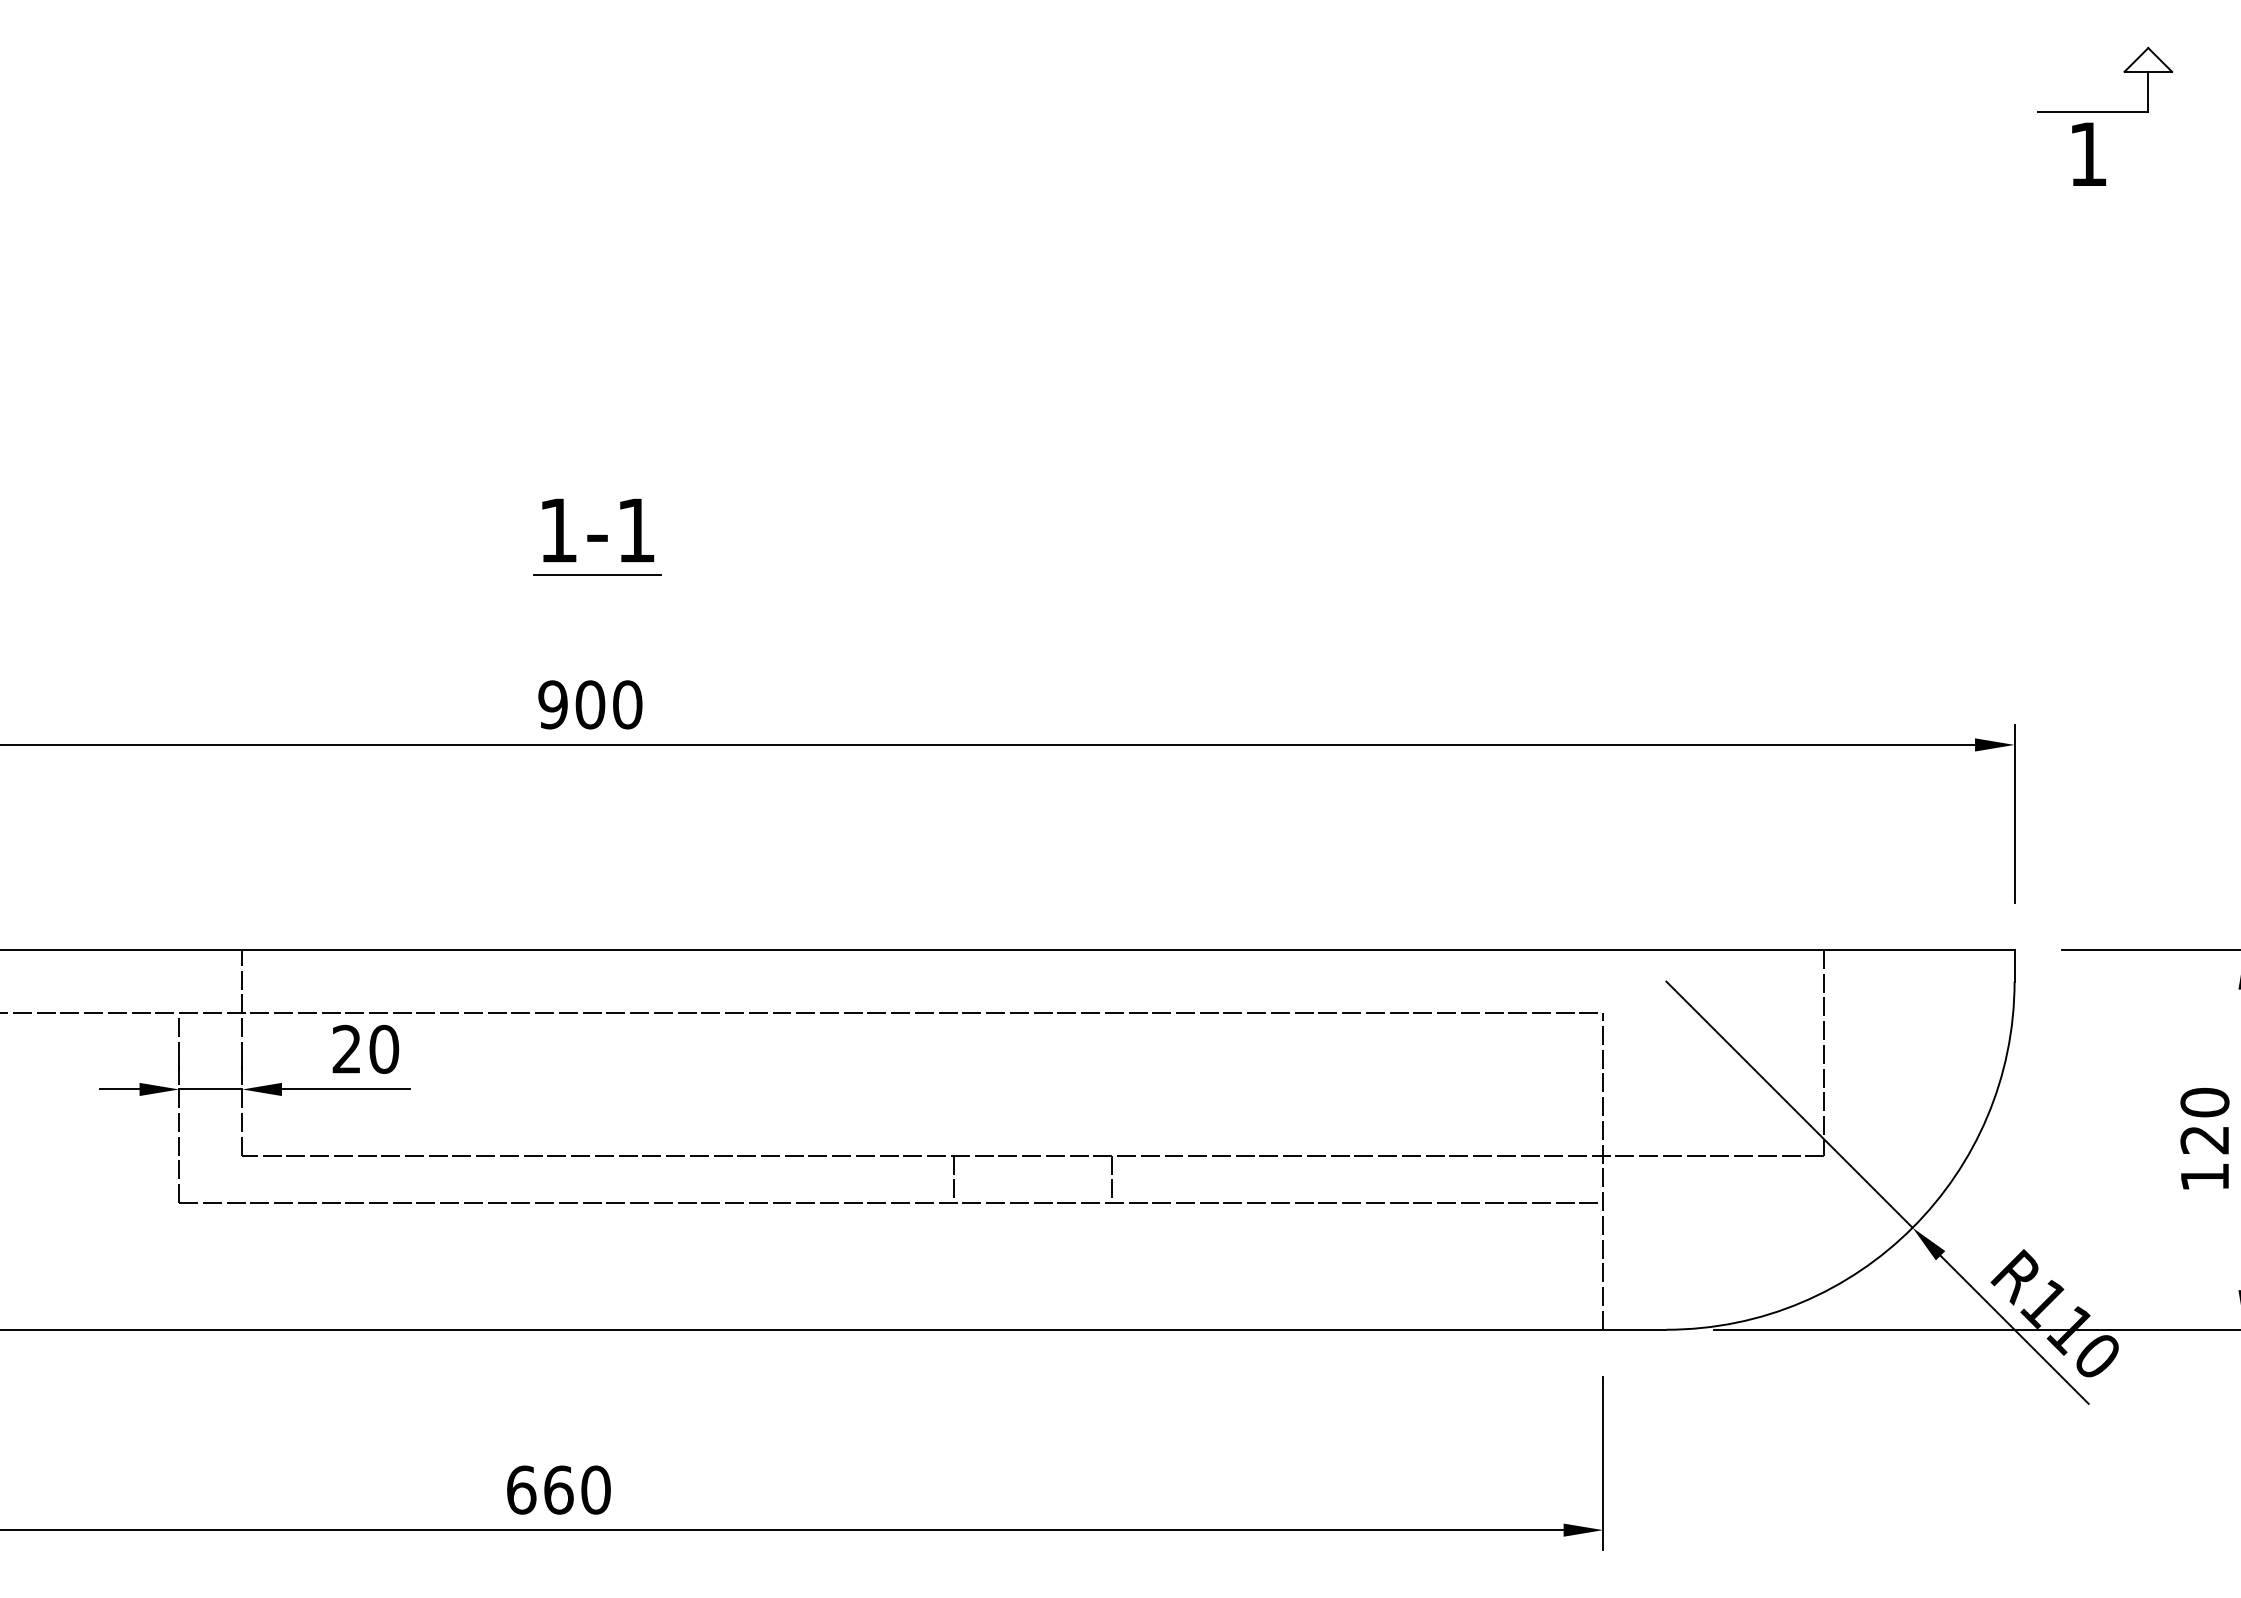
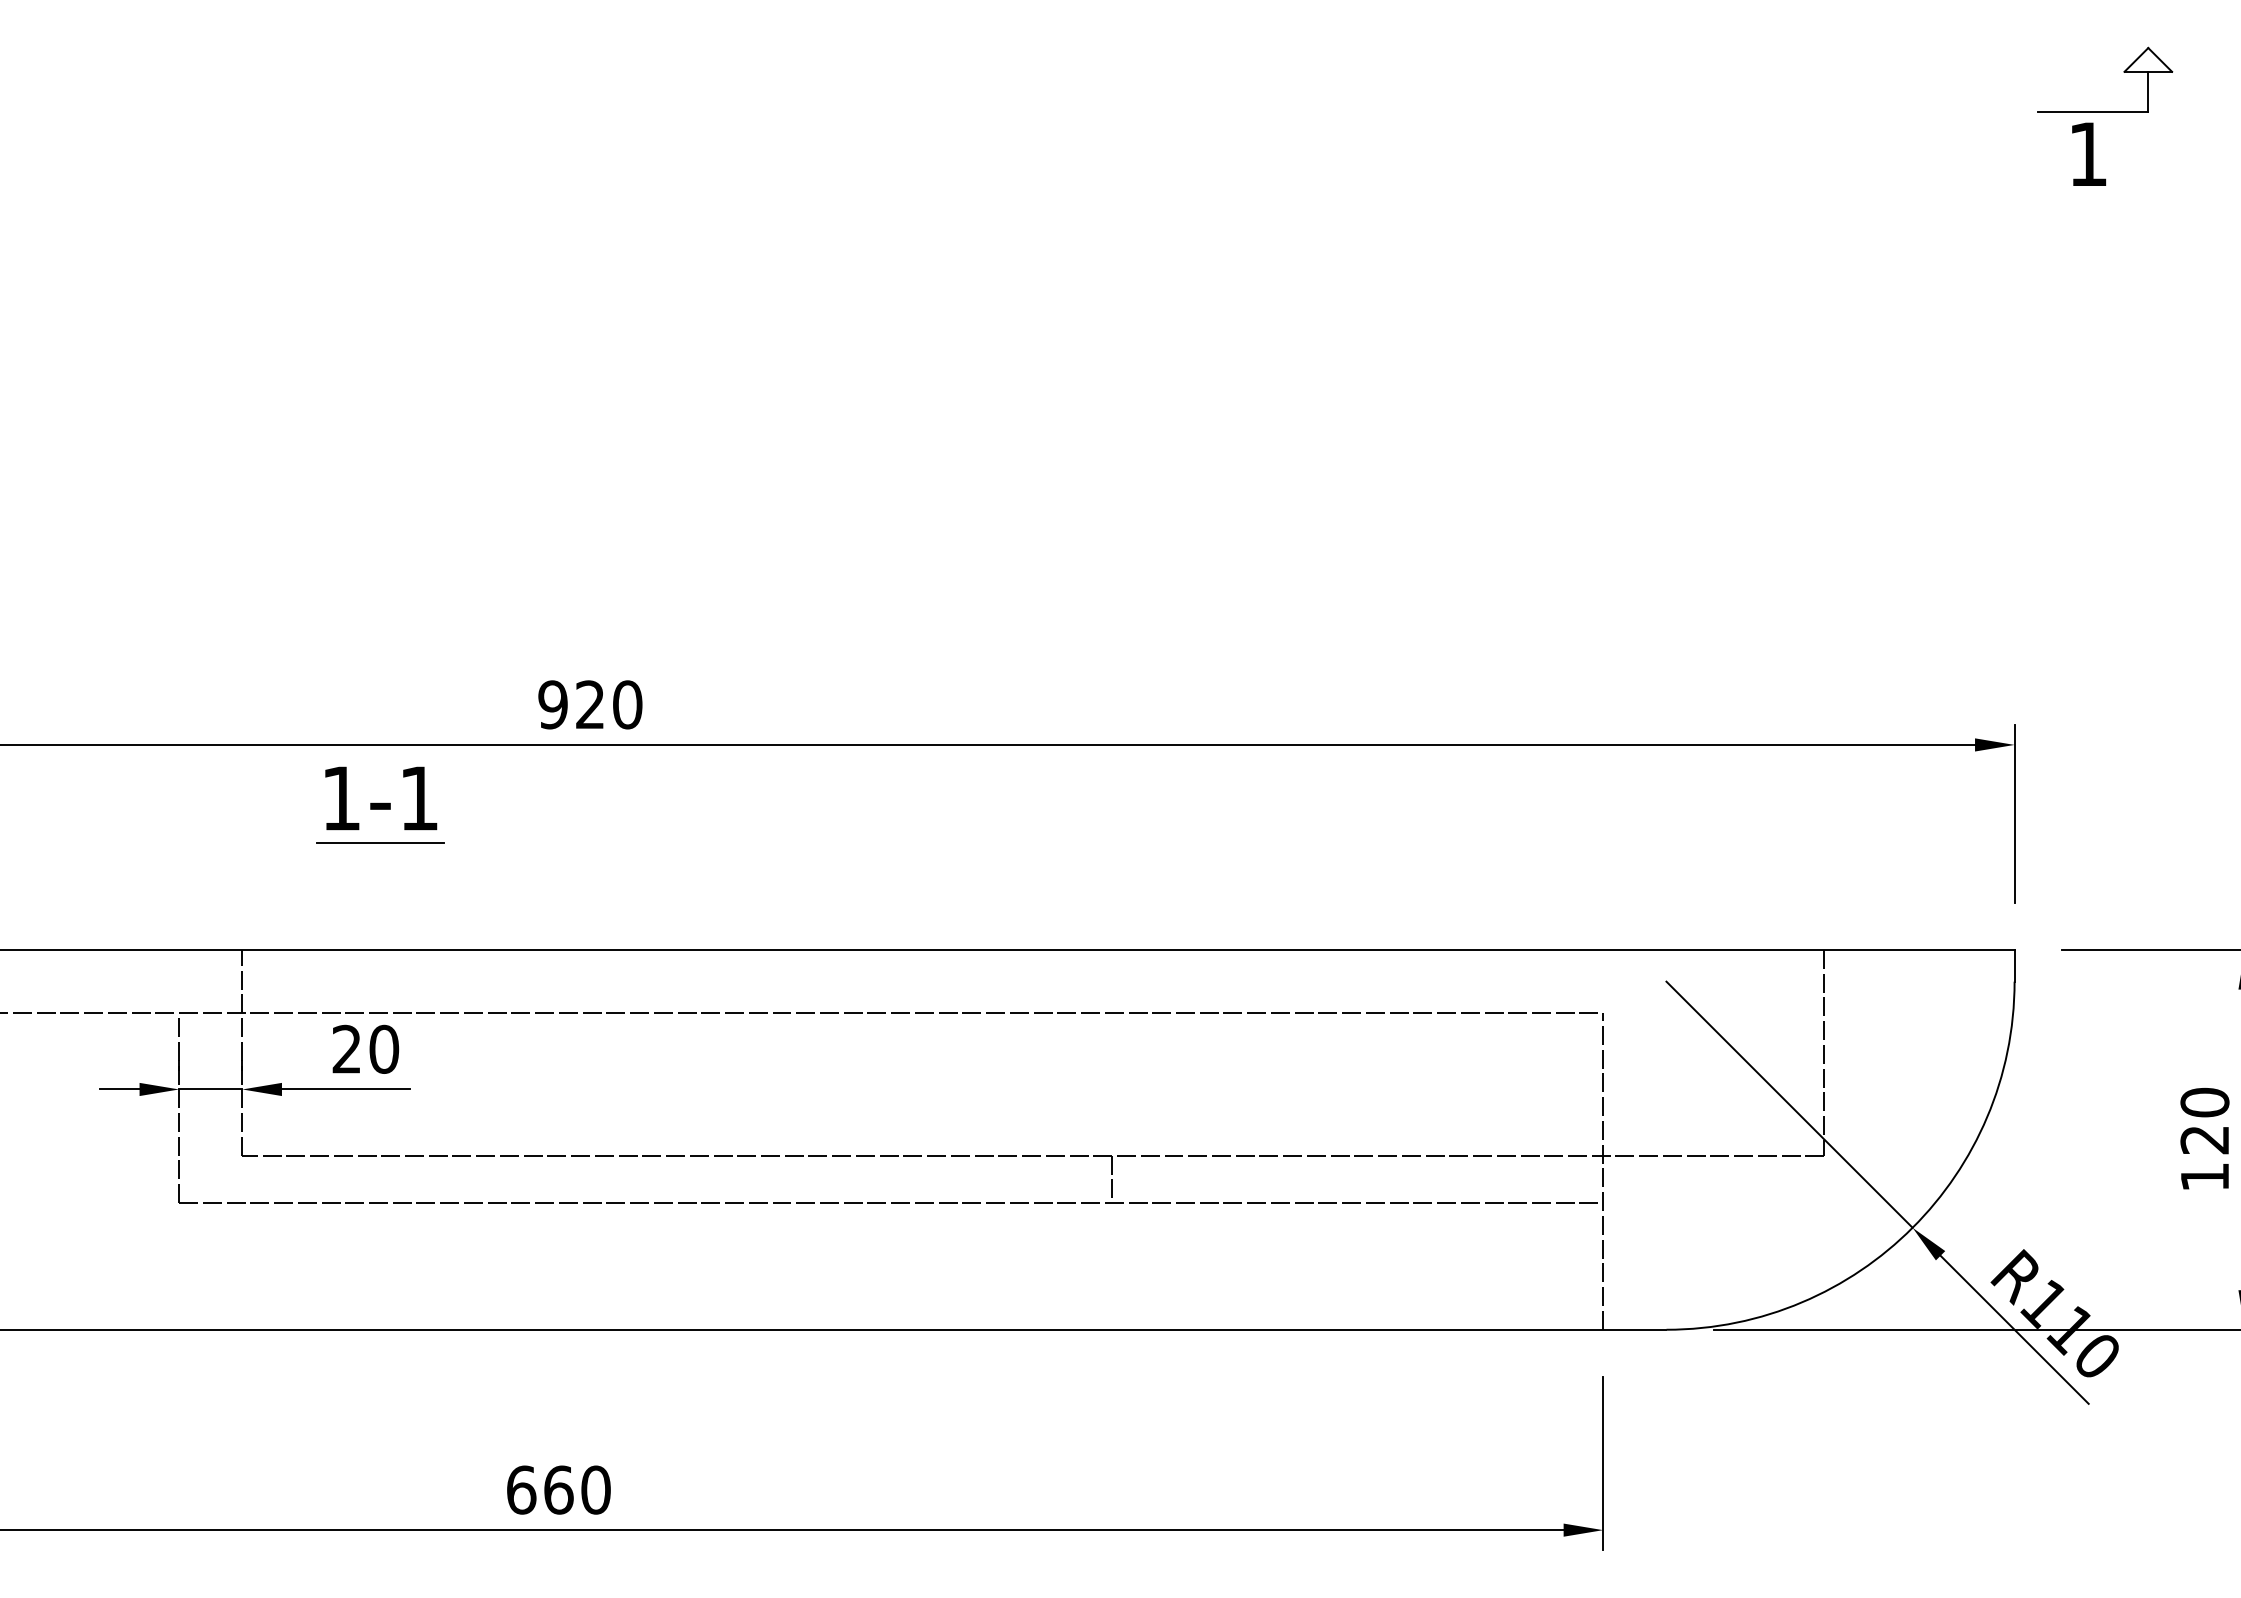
part at (597, 536) position: (597, 536) -> (380, 804)
text at (590, 704): 900 -> 920
line at (954, 1179): present -> none
